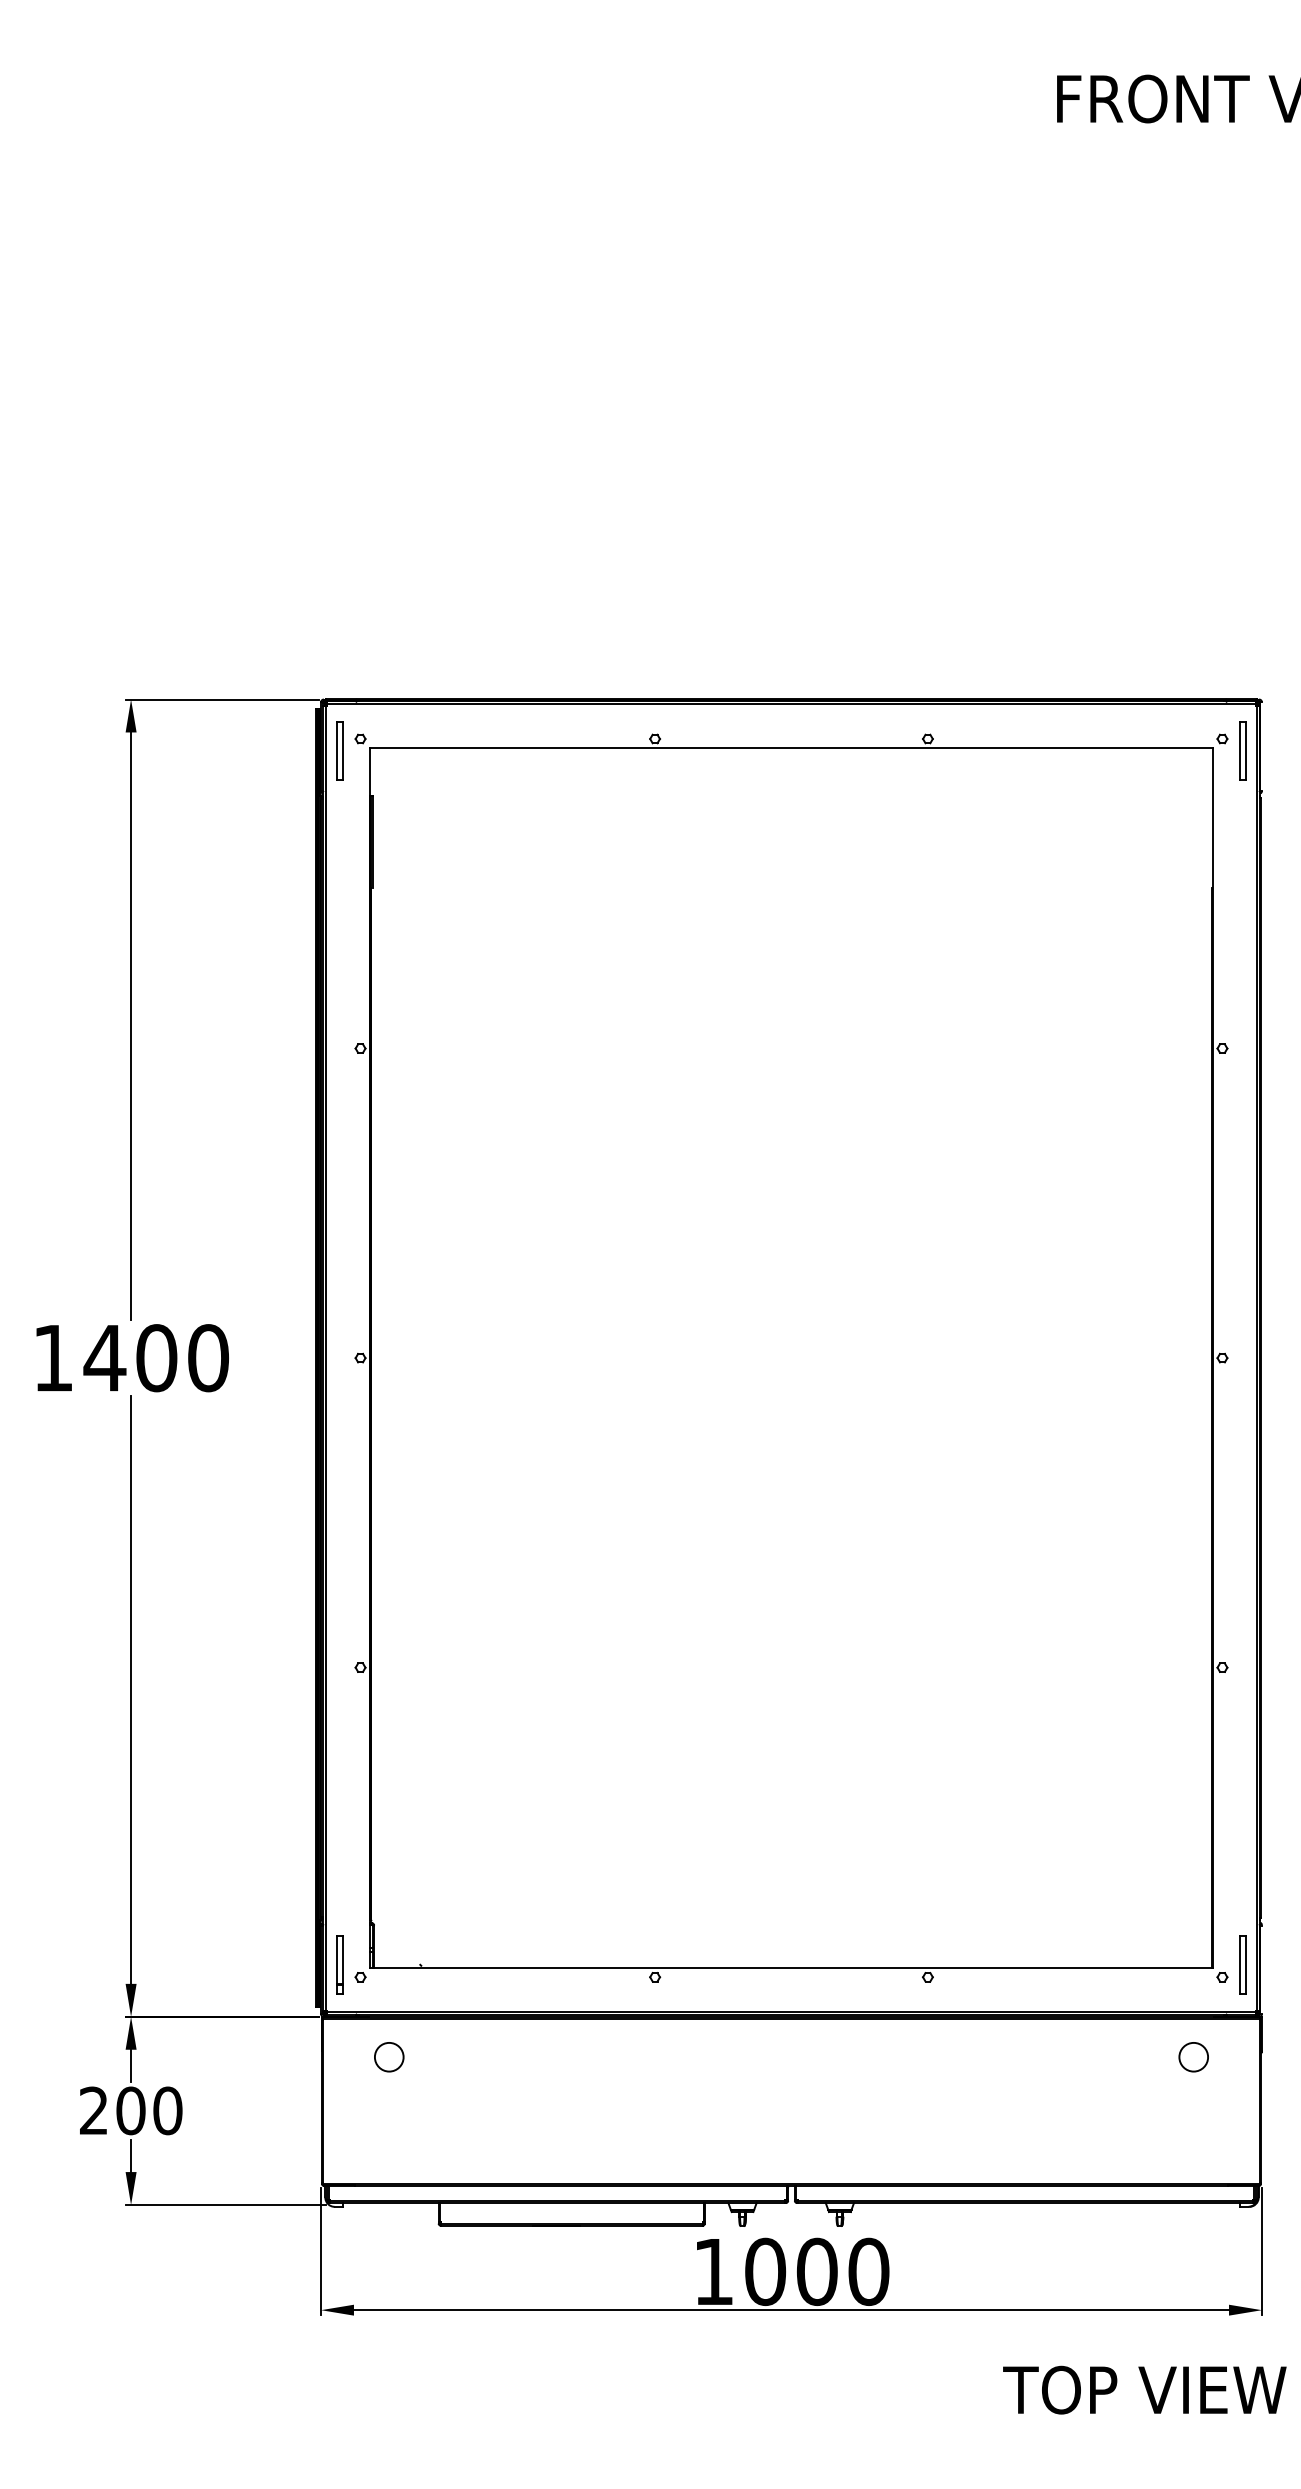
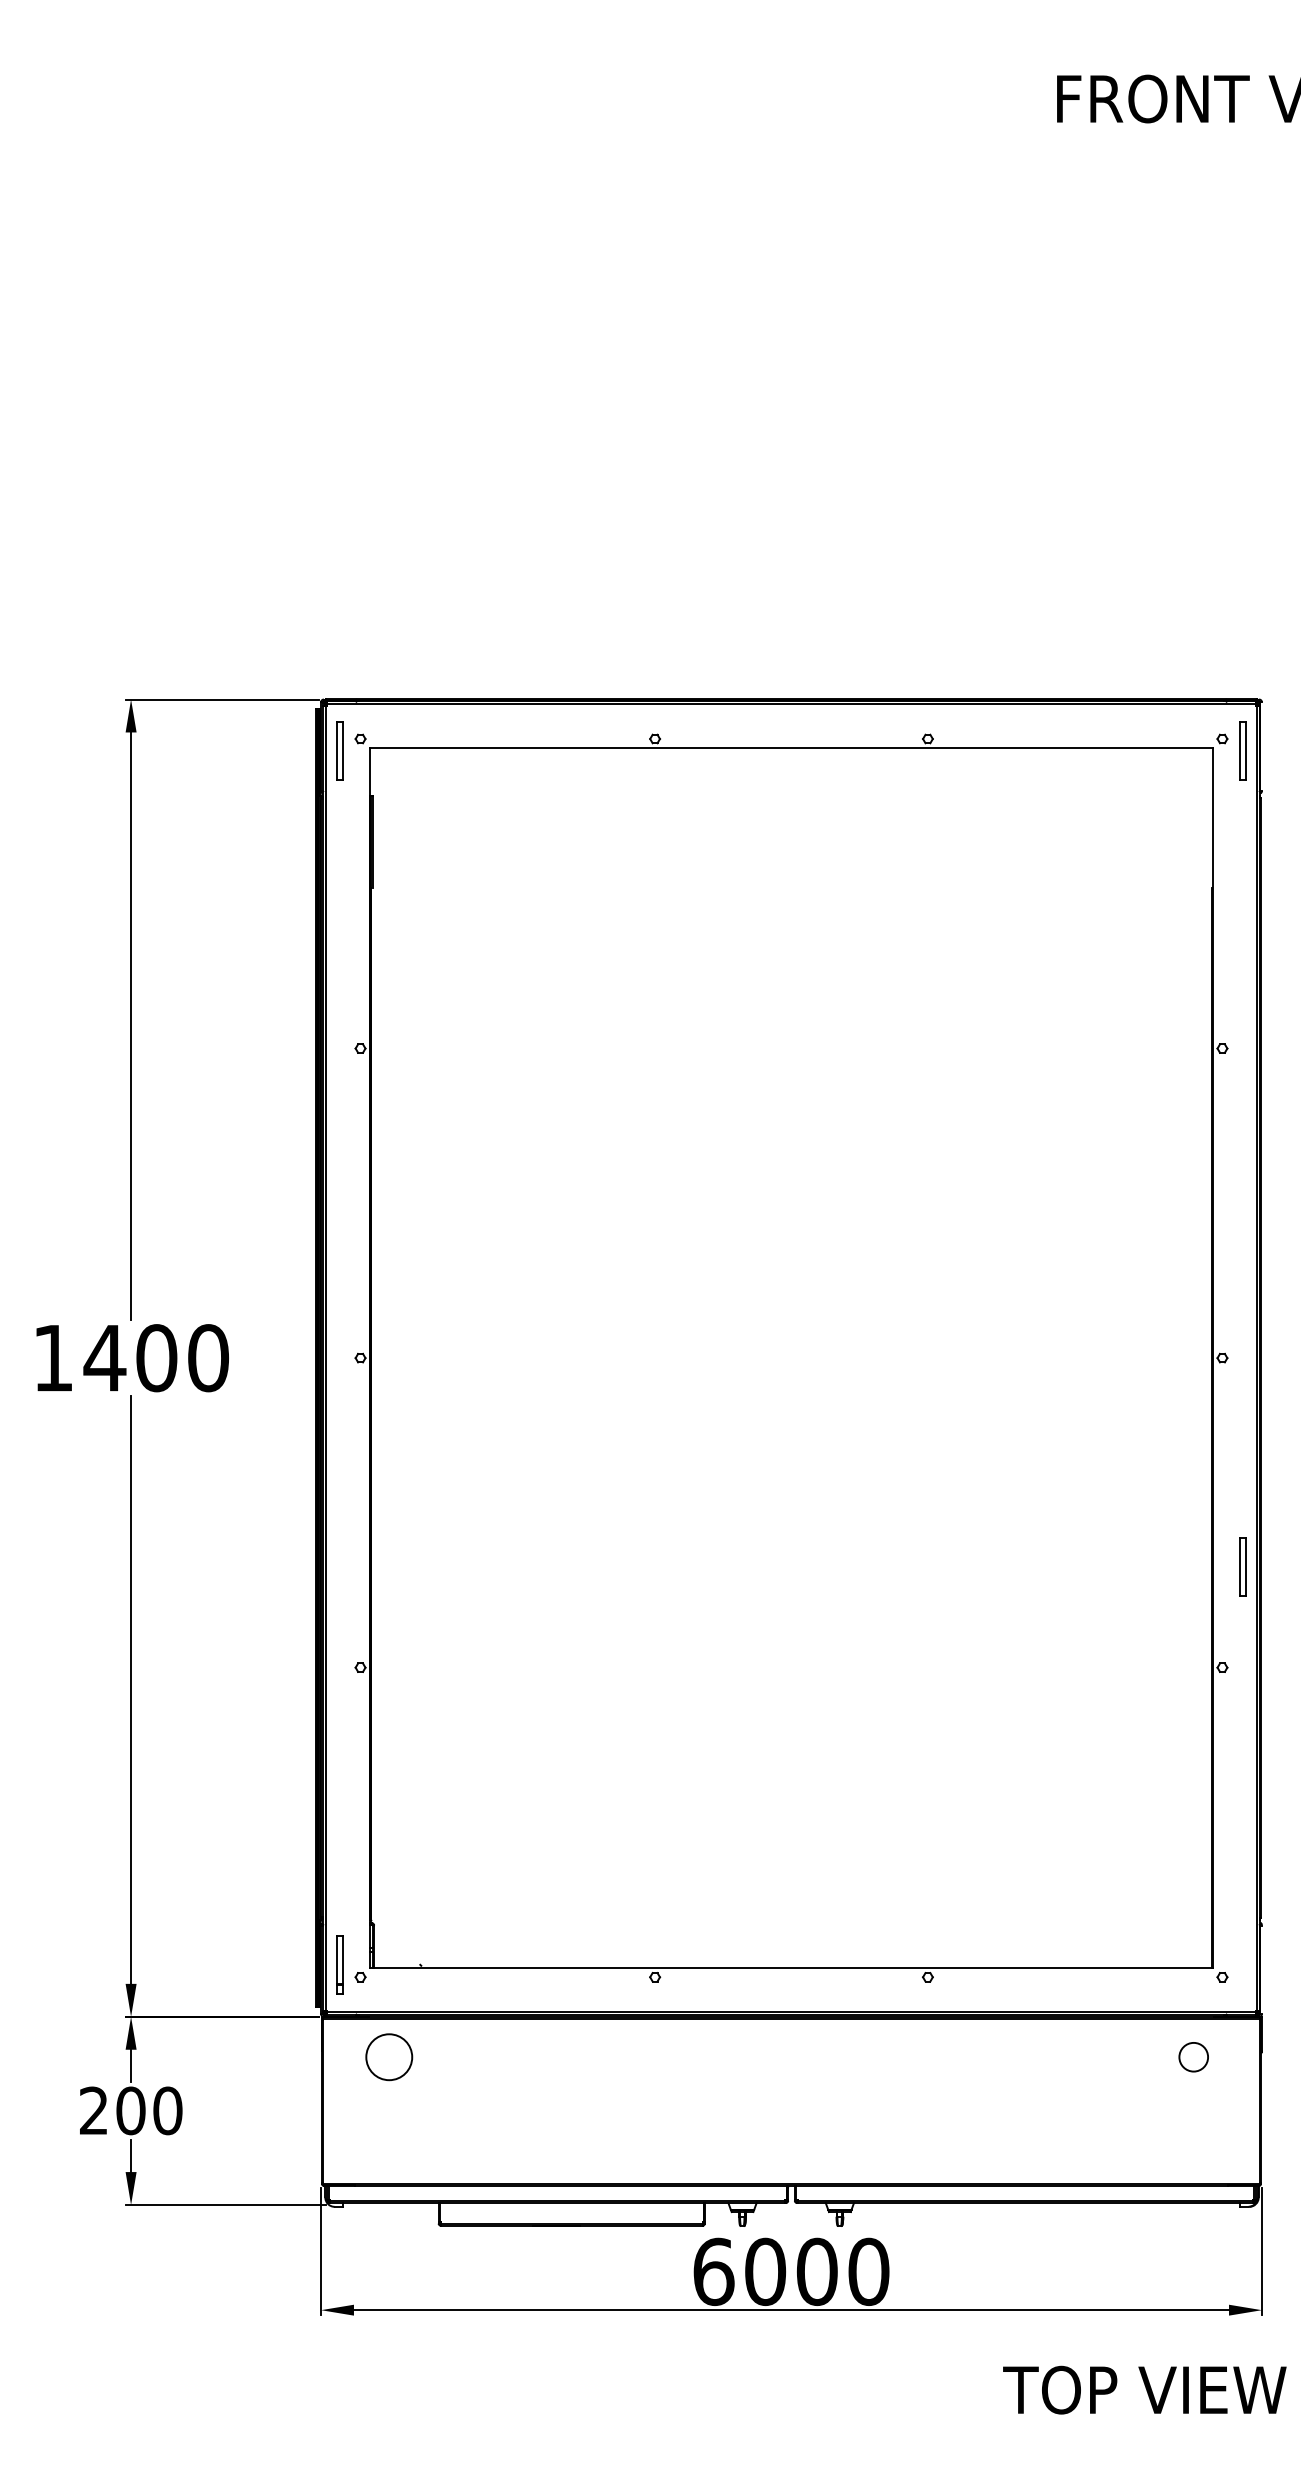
part at (1242, 1964) position: (1242, 1964) -> (1242, 1566)
circle at (388, 2056) diameter: 29 px -> 46 px
text at (713, 2271): 1000 -> 6000
